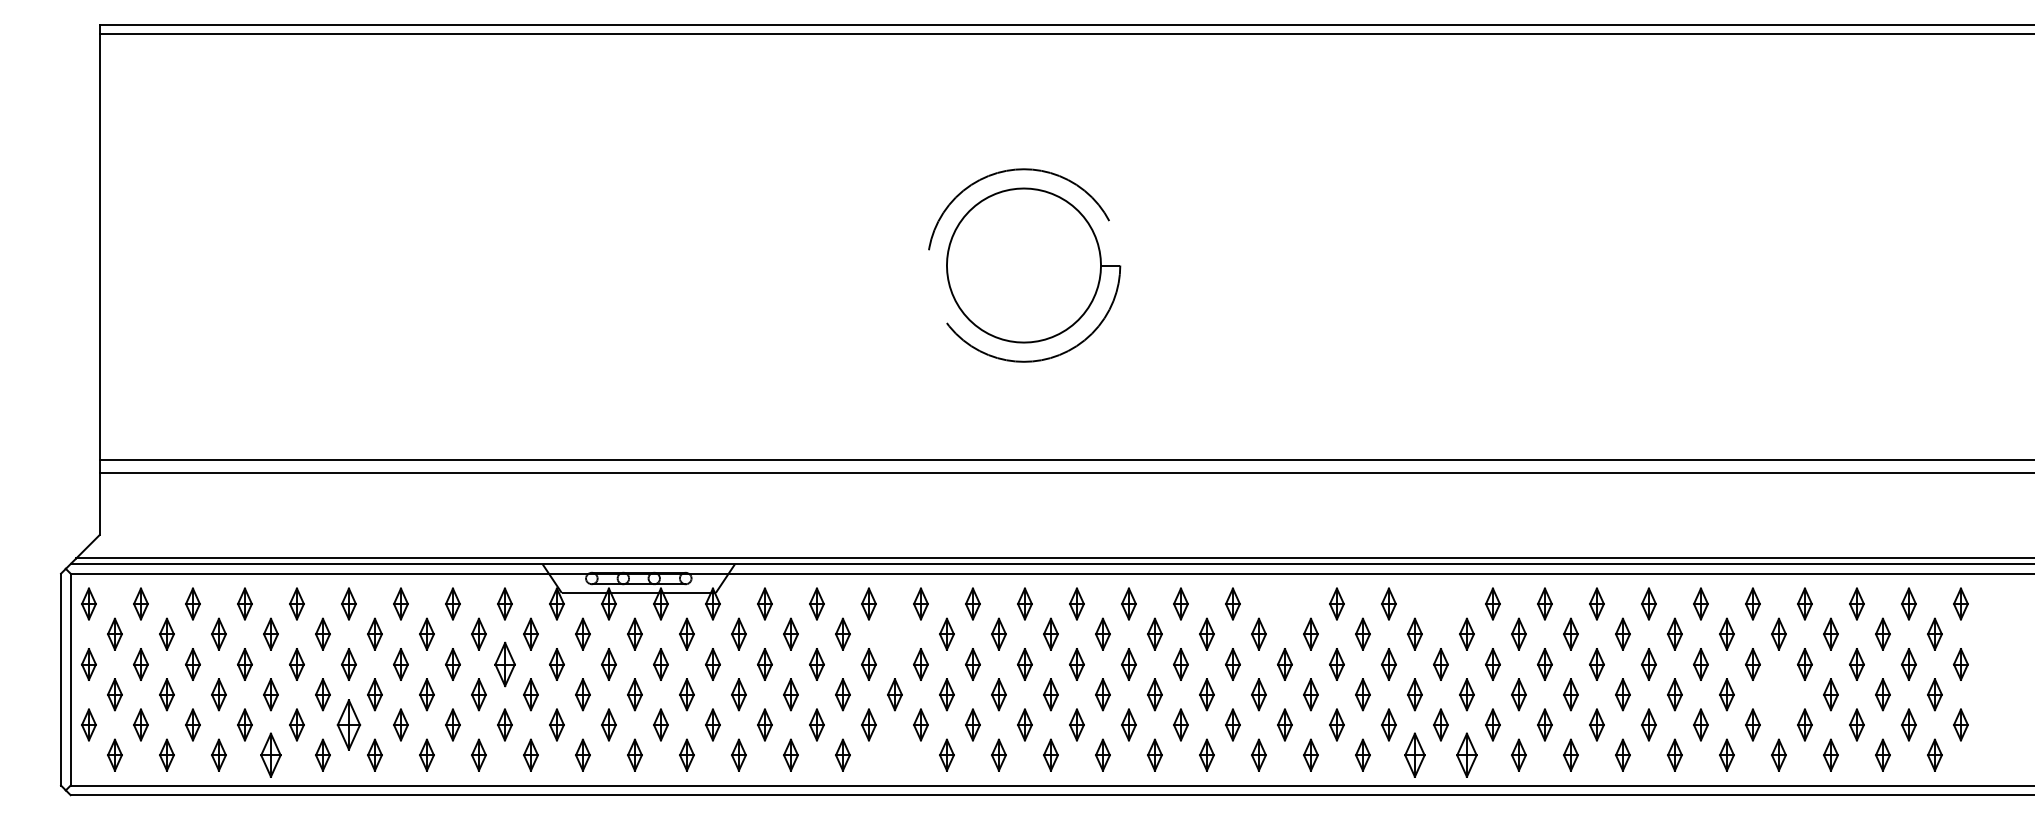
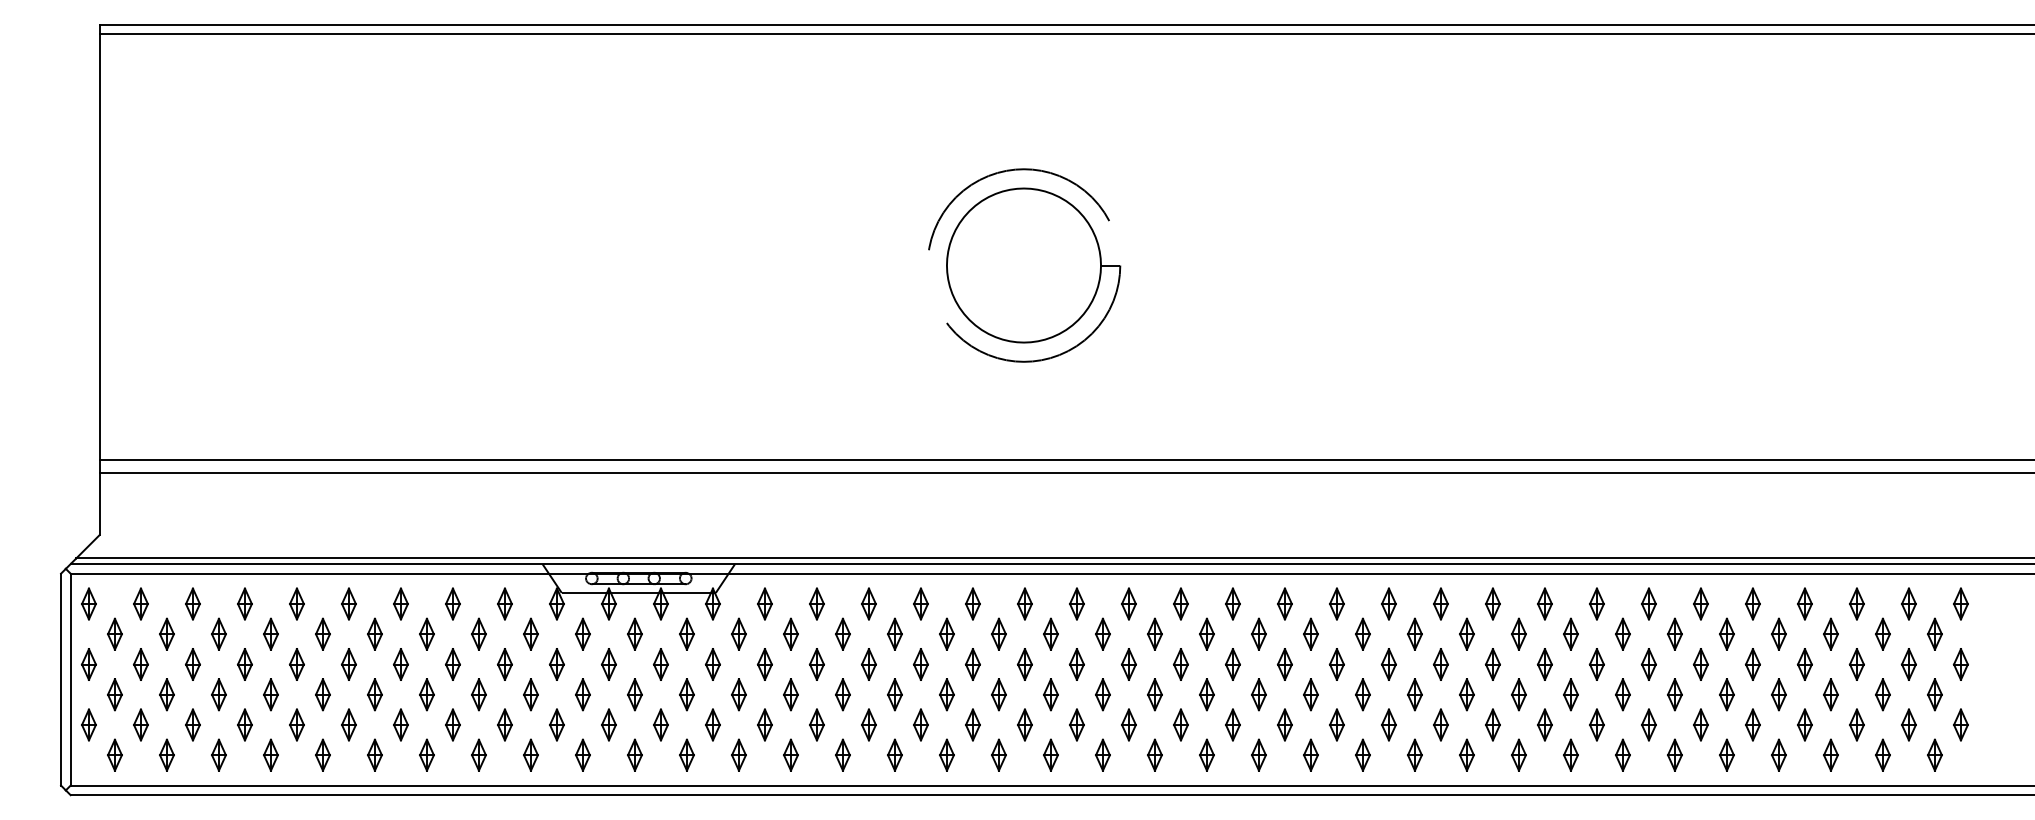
part at (1284, 603): none -> present
part at (1440, 603): none -> present
part at (894, 633): none -> present
part at (504, 664) size: 22x47 px -> 17x33 px
part at (1778, 694): none -> present
part at (348, 724) size: 26x52 px -> 16x34 px
part at (270, 754) size: 22x46 px -> 16x34 px
part at (894, 754): none -> present
part at (1414, 754) size: 22x46 px -> 16x34 px
part at (1466, 754) size: 22x46 px -> 16x34 px
